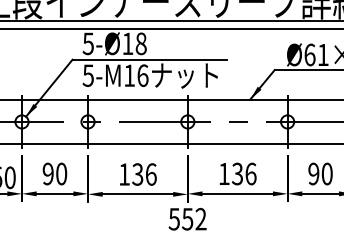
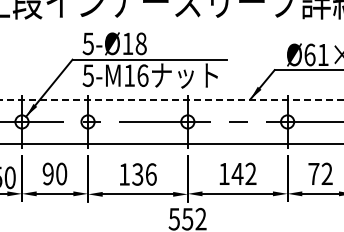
line at (171, 21): present -> none
line at (171, 28): present -> none
line at (171, 99): solid -> dashed
text at (243, 173): 136 -> 142
text at (320, 173): 90 -> 72
